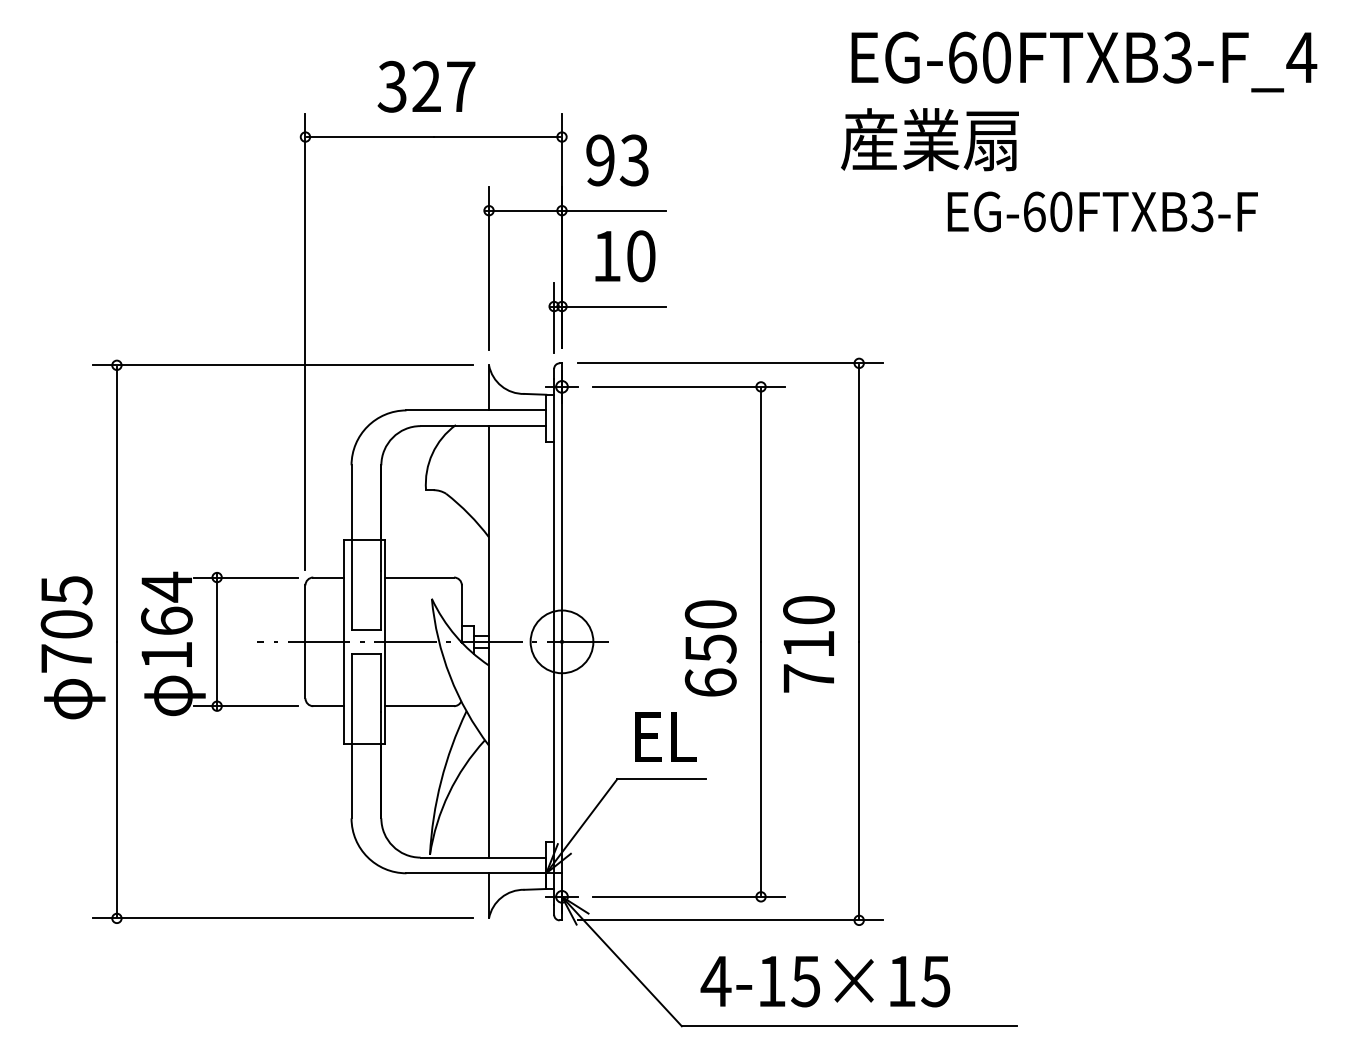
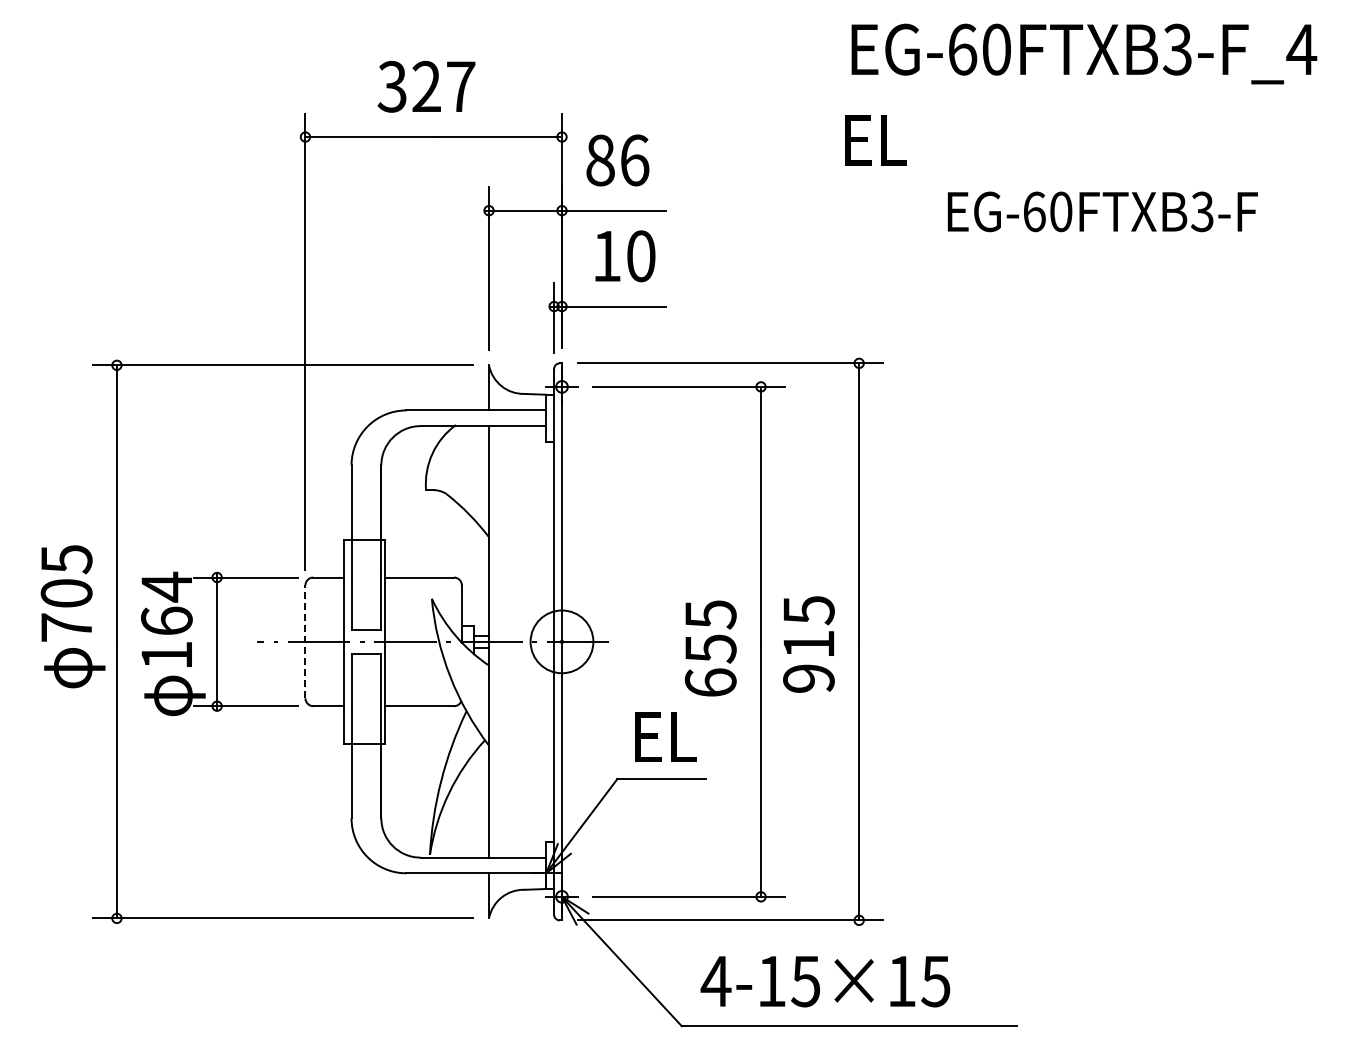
text at (1084, 61) position: (1084, 61) -> (1084, 53)
text at (929, 139): 産業扇 -> EL
text at (617, 160): 93 -> 86
text at (710, 614): 650 -> 655
line at (305, 641): solid -> dashed
text at (808, 644): 710 -> 915
text at (72, 647) position: (72, 647) -> (72, 616)
